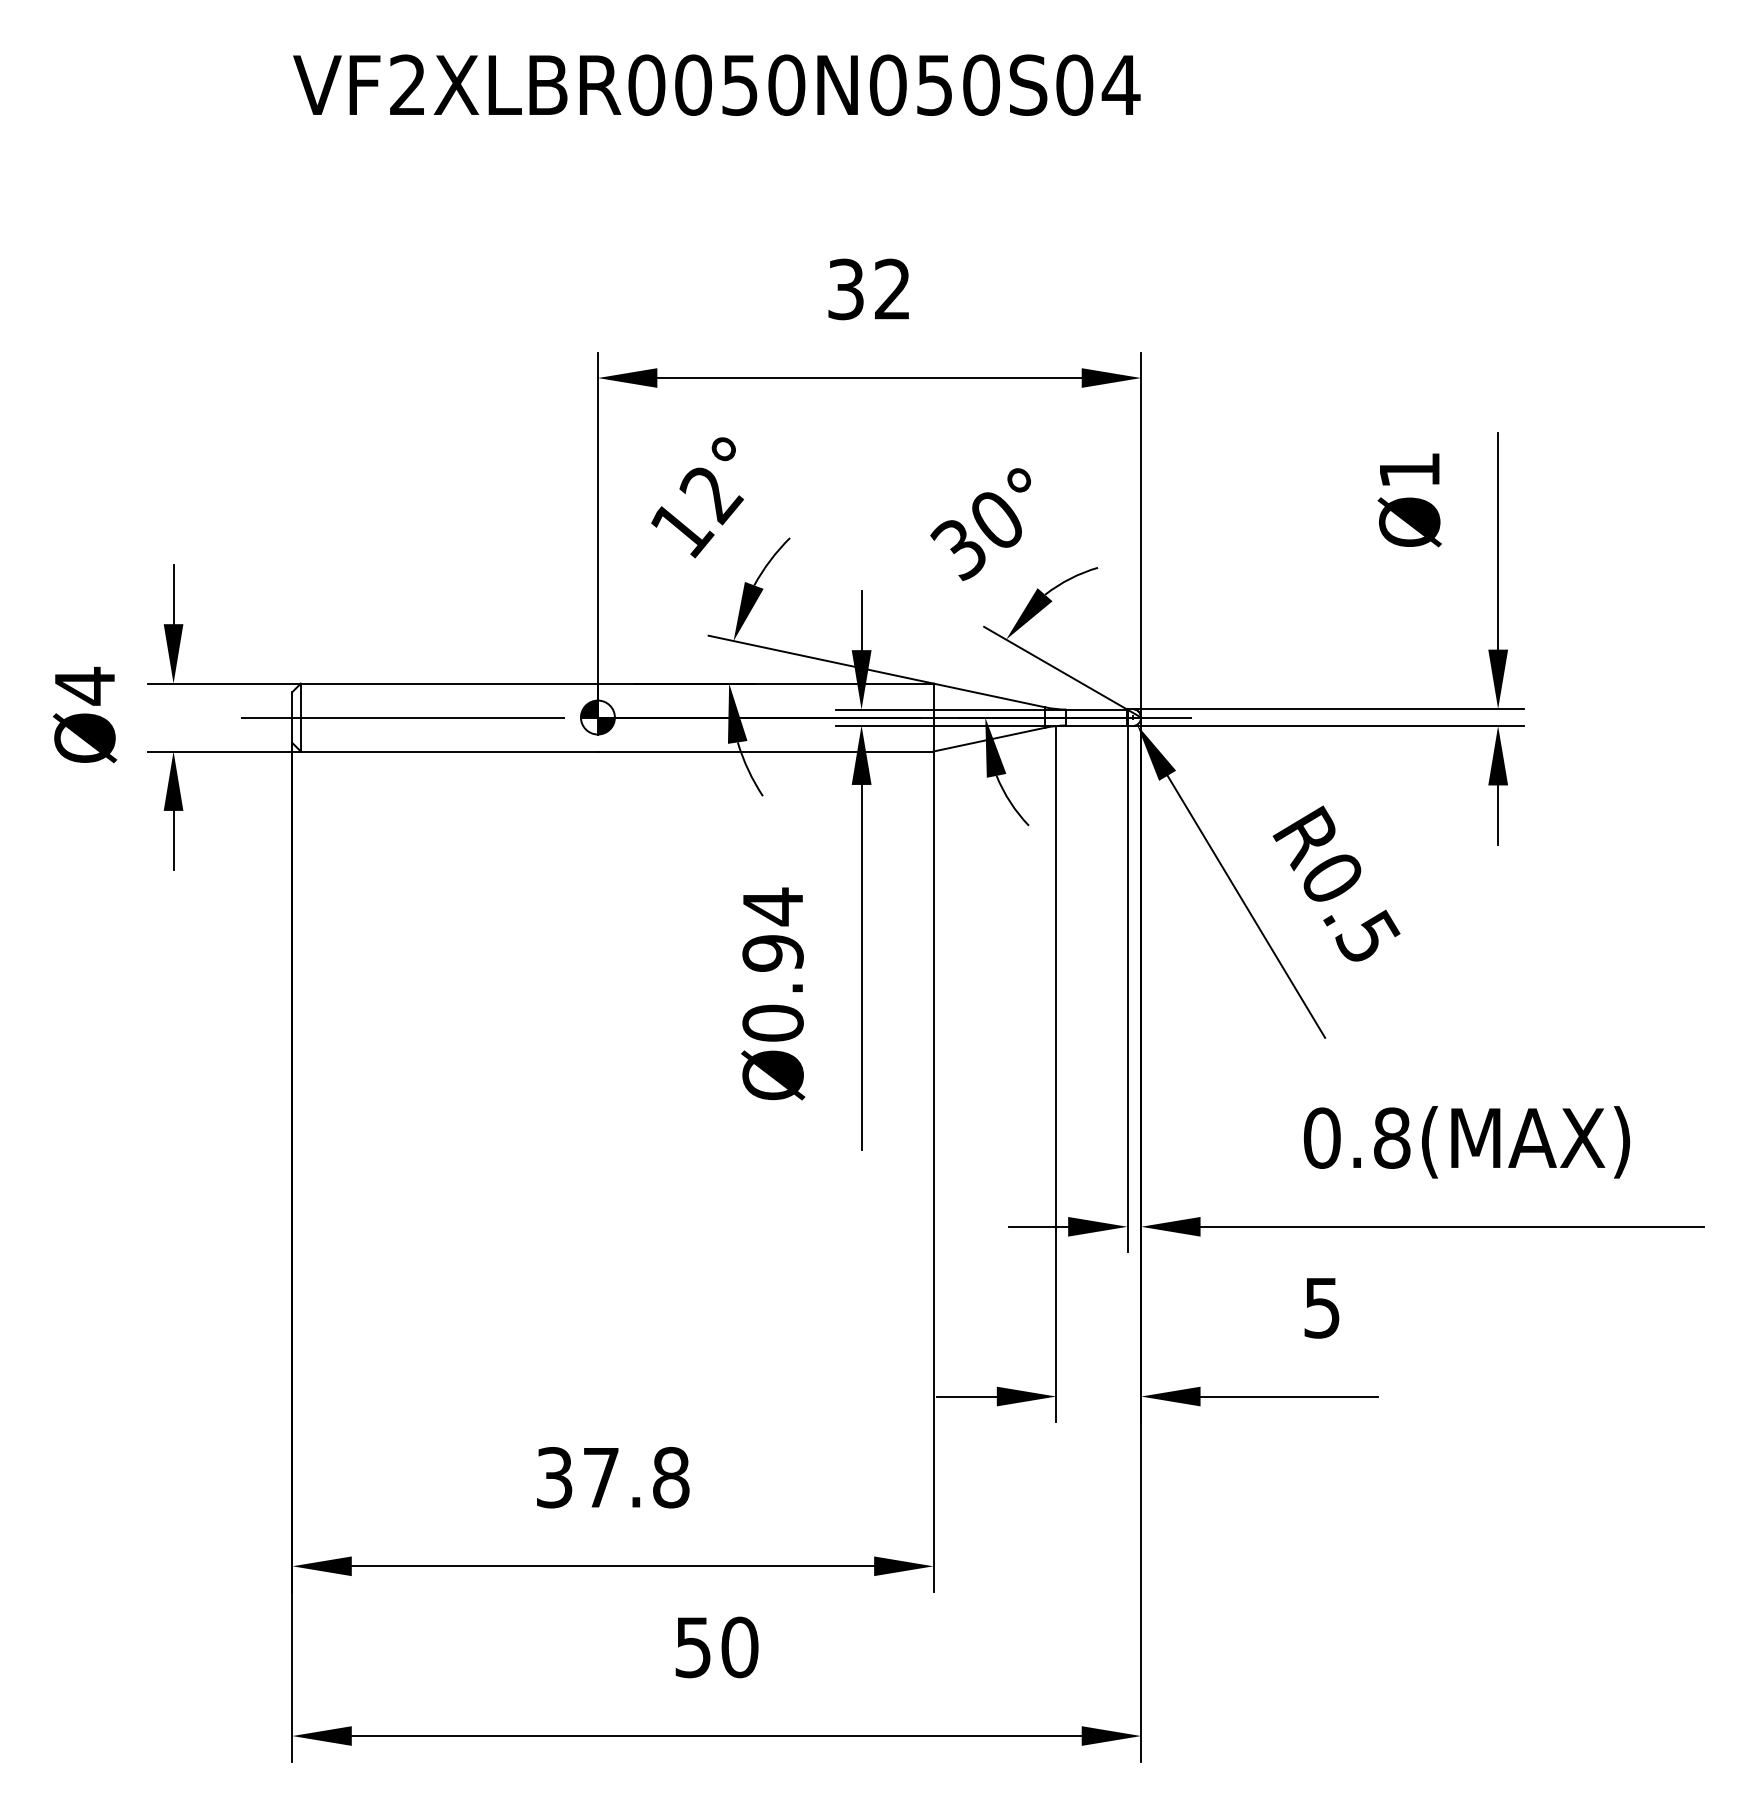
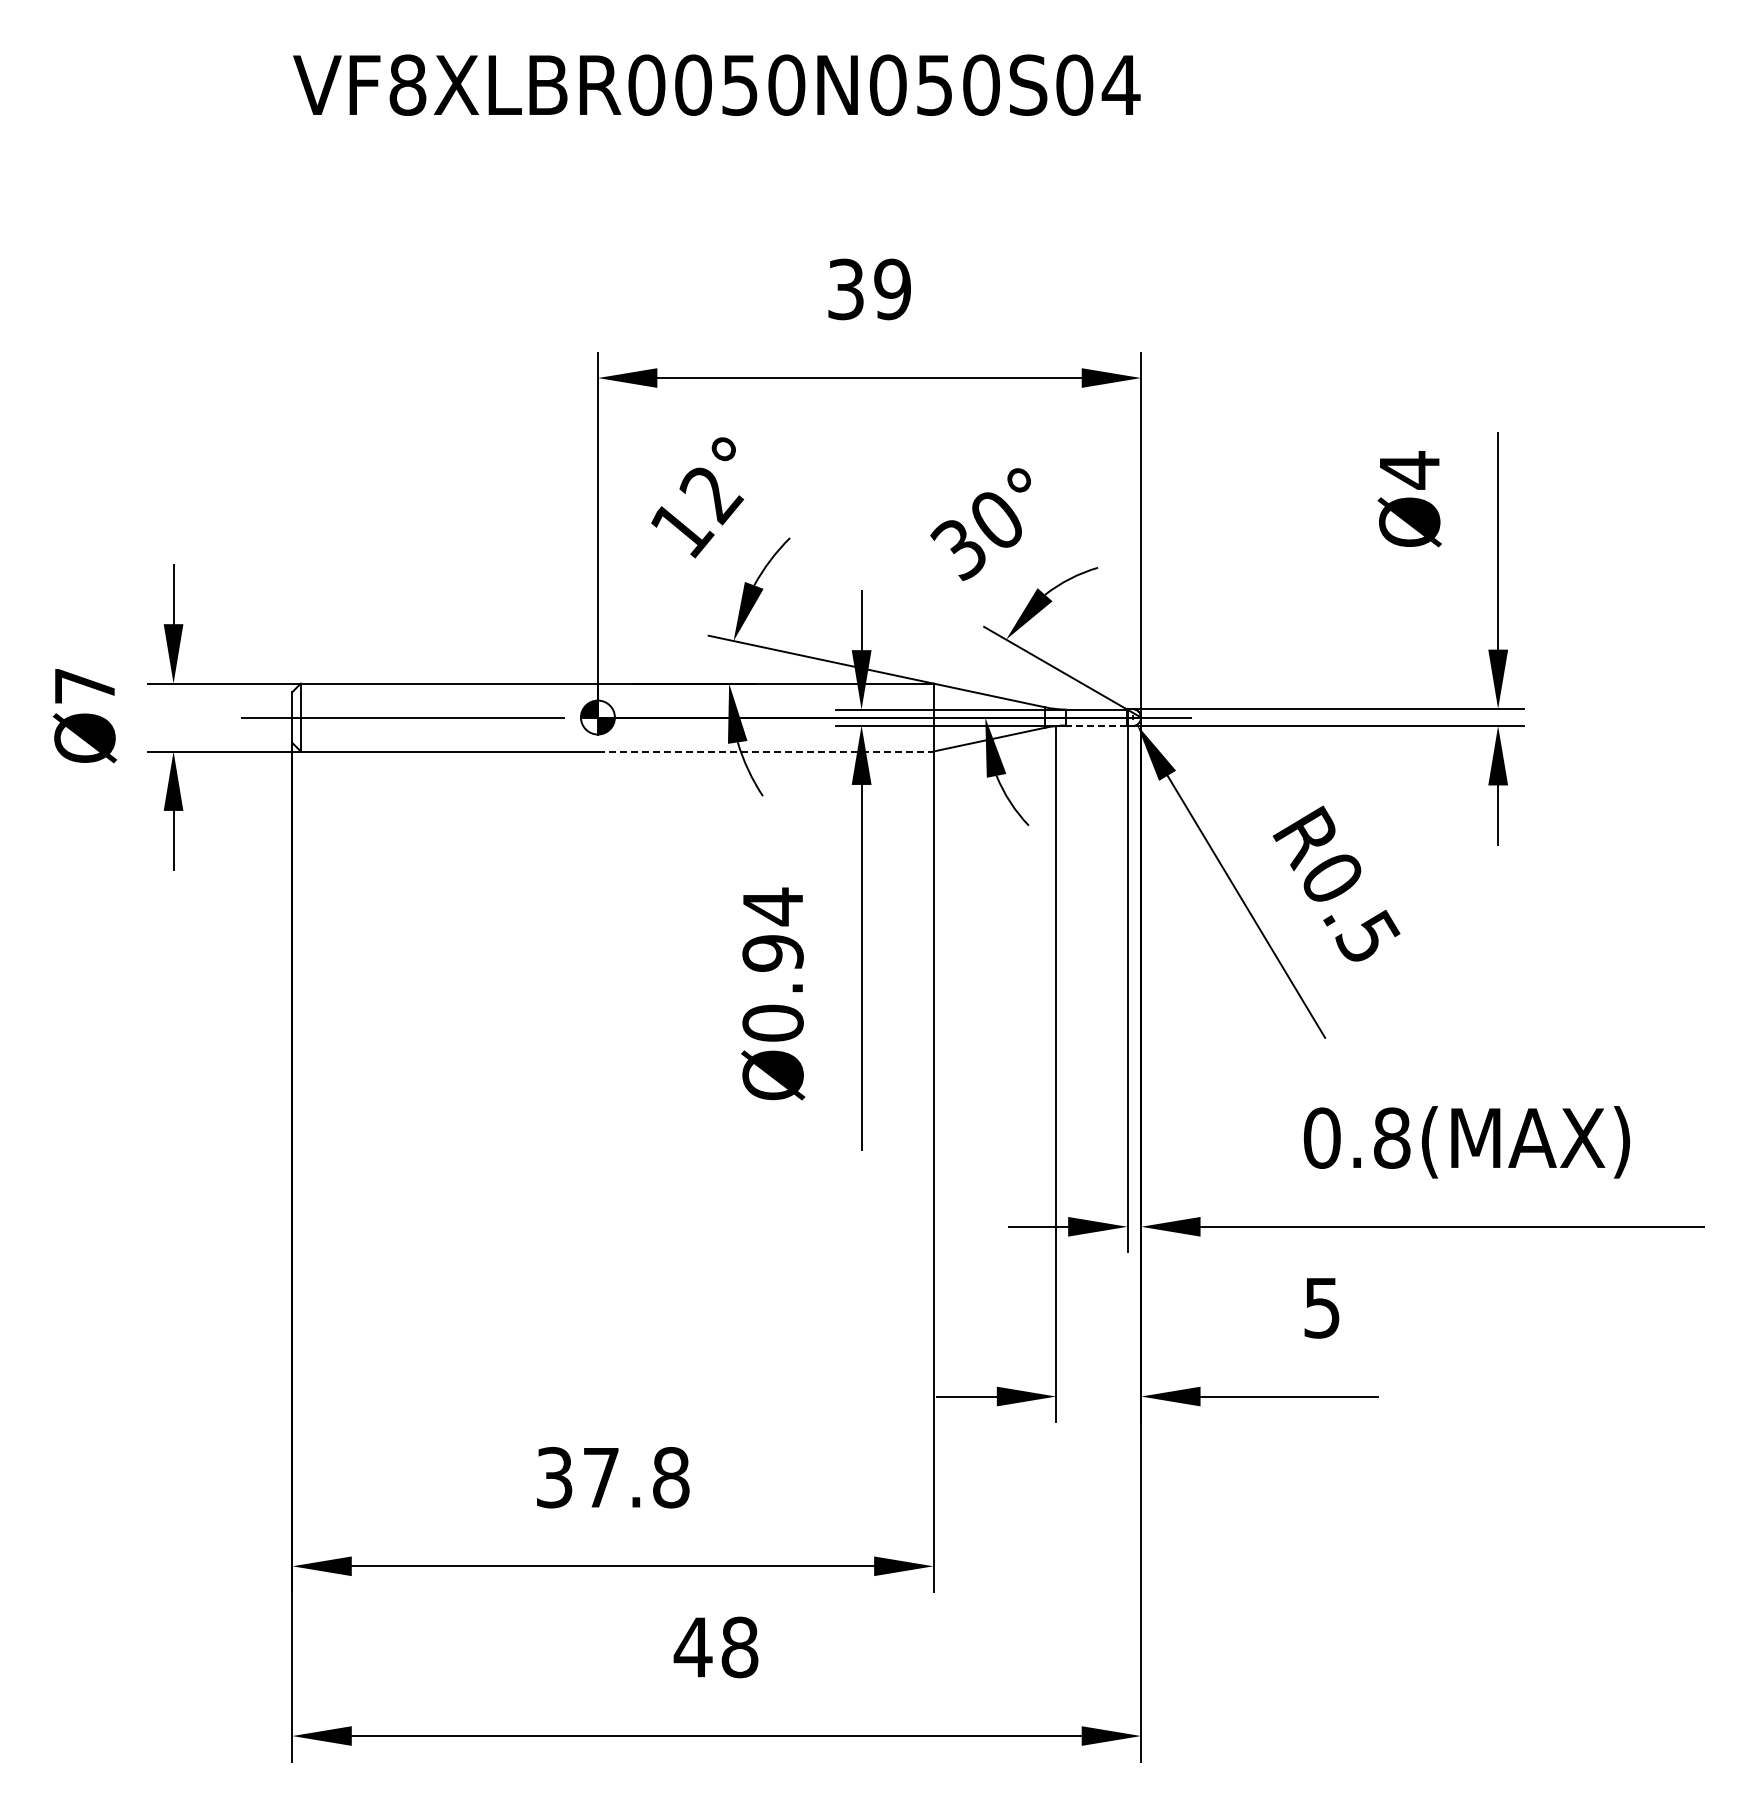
text at (407, 84): VF2XLBR0050N050S04 -> VF8XLBR0050N050S04
text at (892, 289): 32 -> 39
text at (1409, 470): Ø1 -> Ø4
text at (84, 685): Ø4 -> Ø7
line at (1096, 725): solid -> dashed
line at (765, 751): solid -> dashed
text at (715, 1647): 50 -> 48
